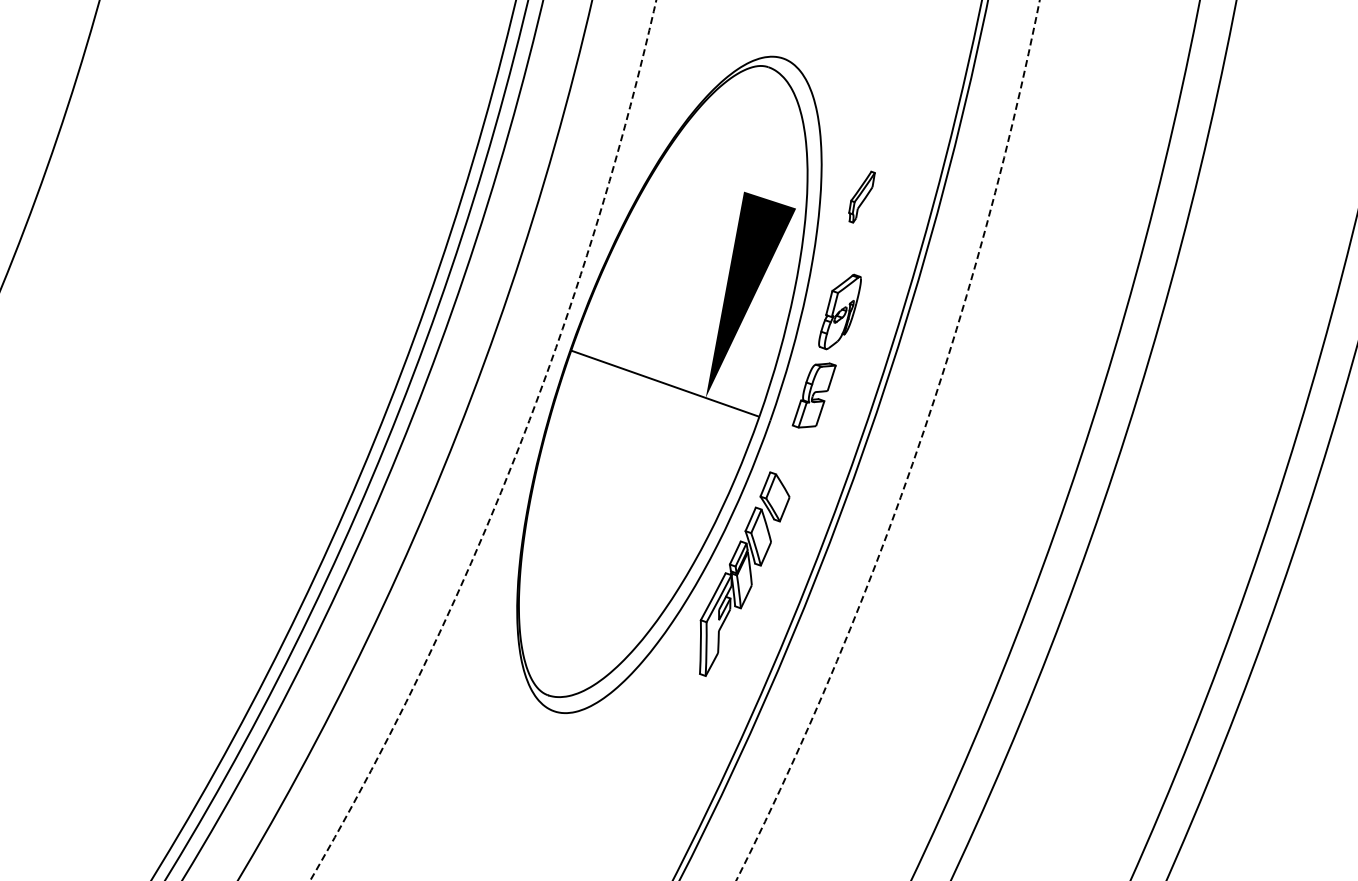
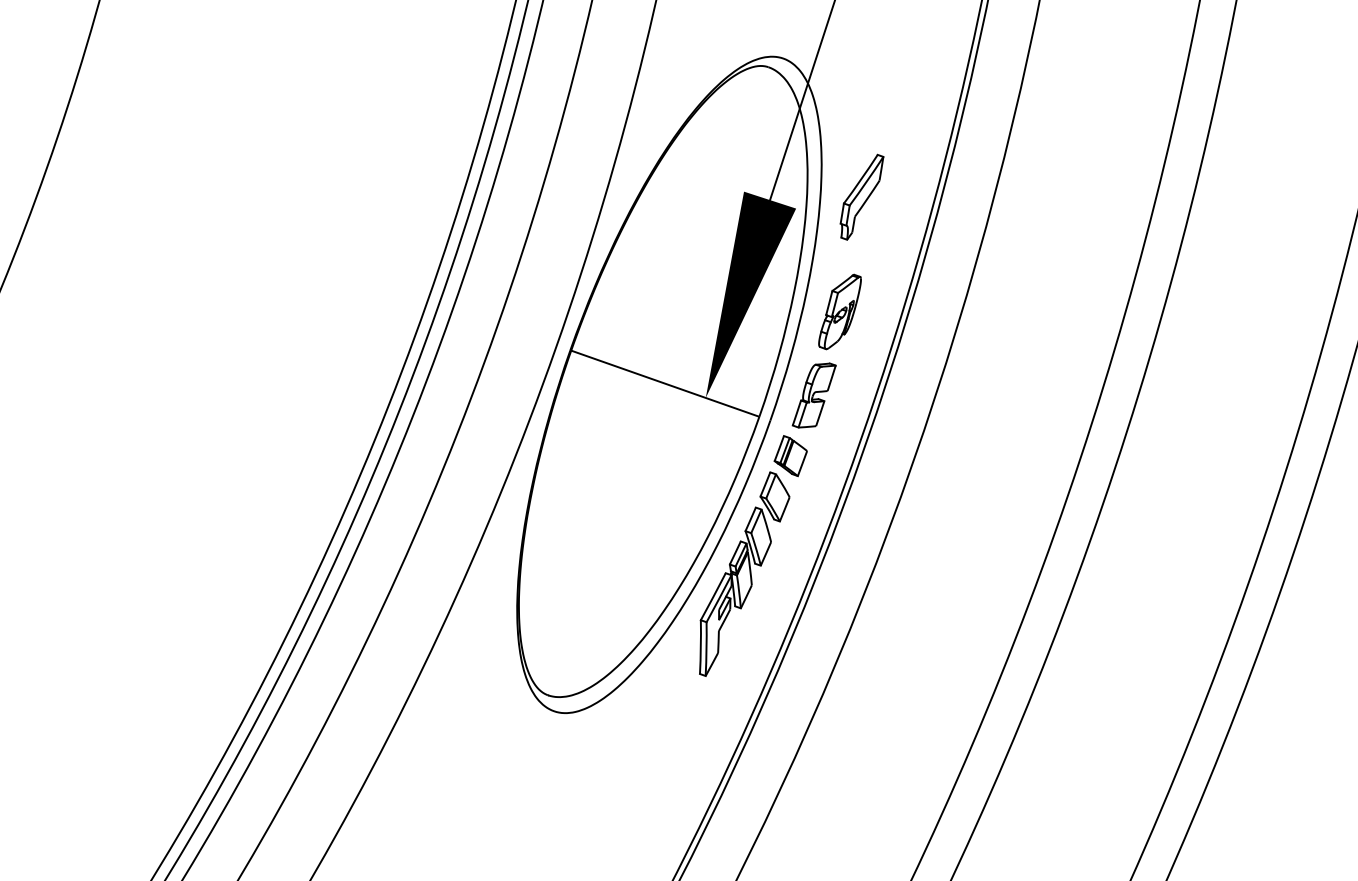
line at (802, 101): none -> present
part at (861, 196) size: 28x54 px -> 46x88 px
circle at (483, 440): dashed -> solid
arc at (916, 452): dashed -> solid
part at (790, 456): none -> present
